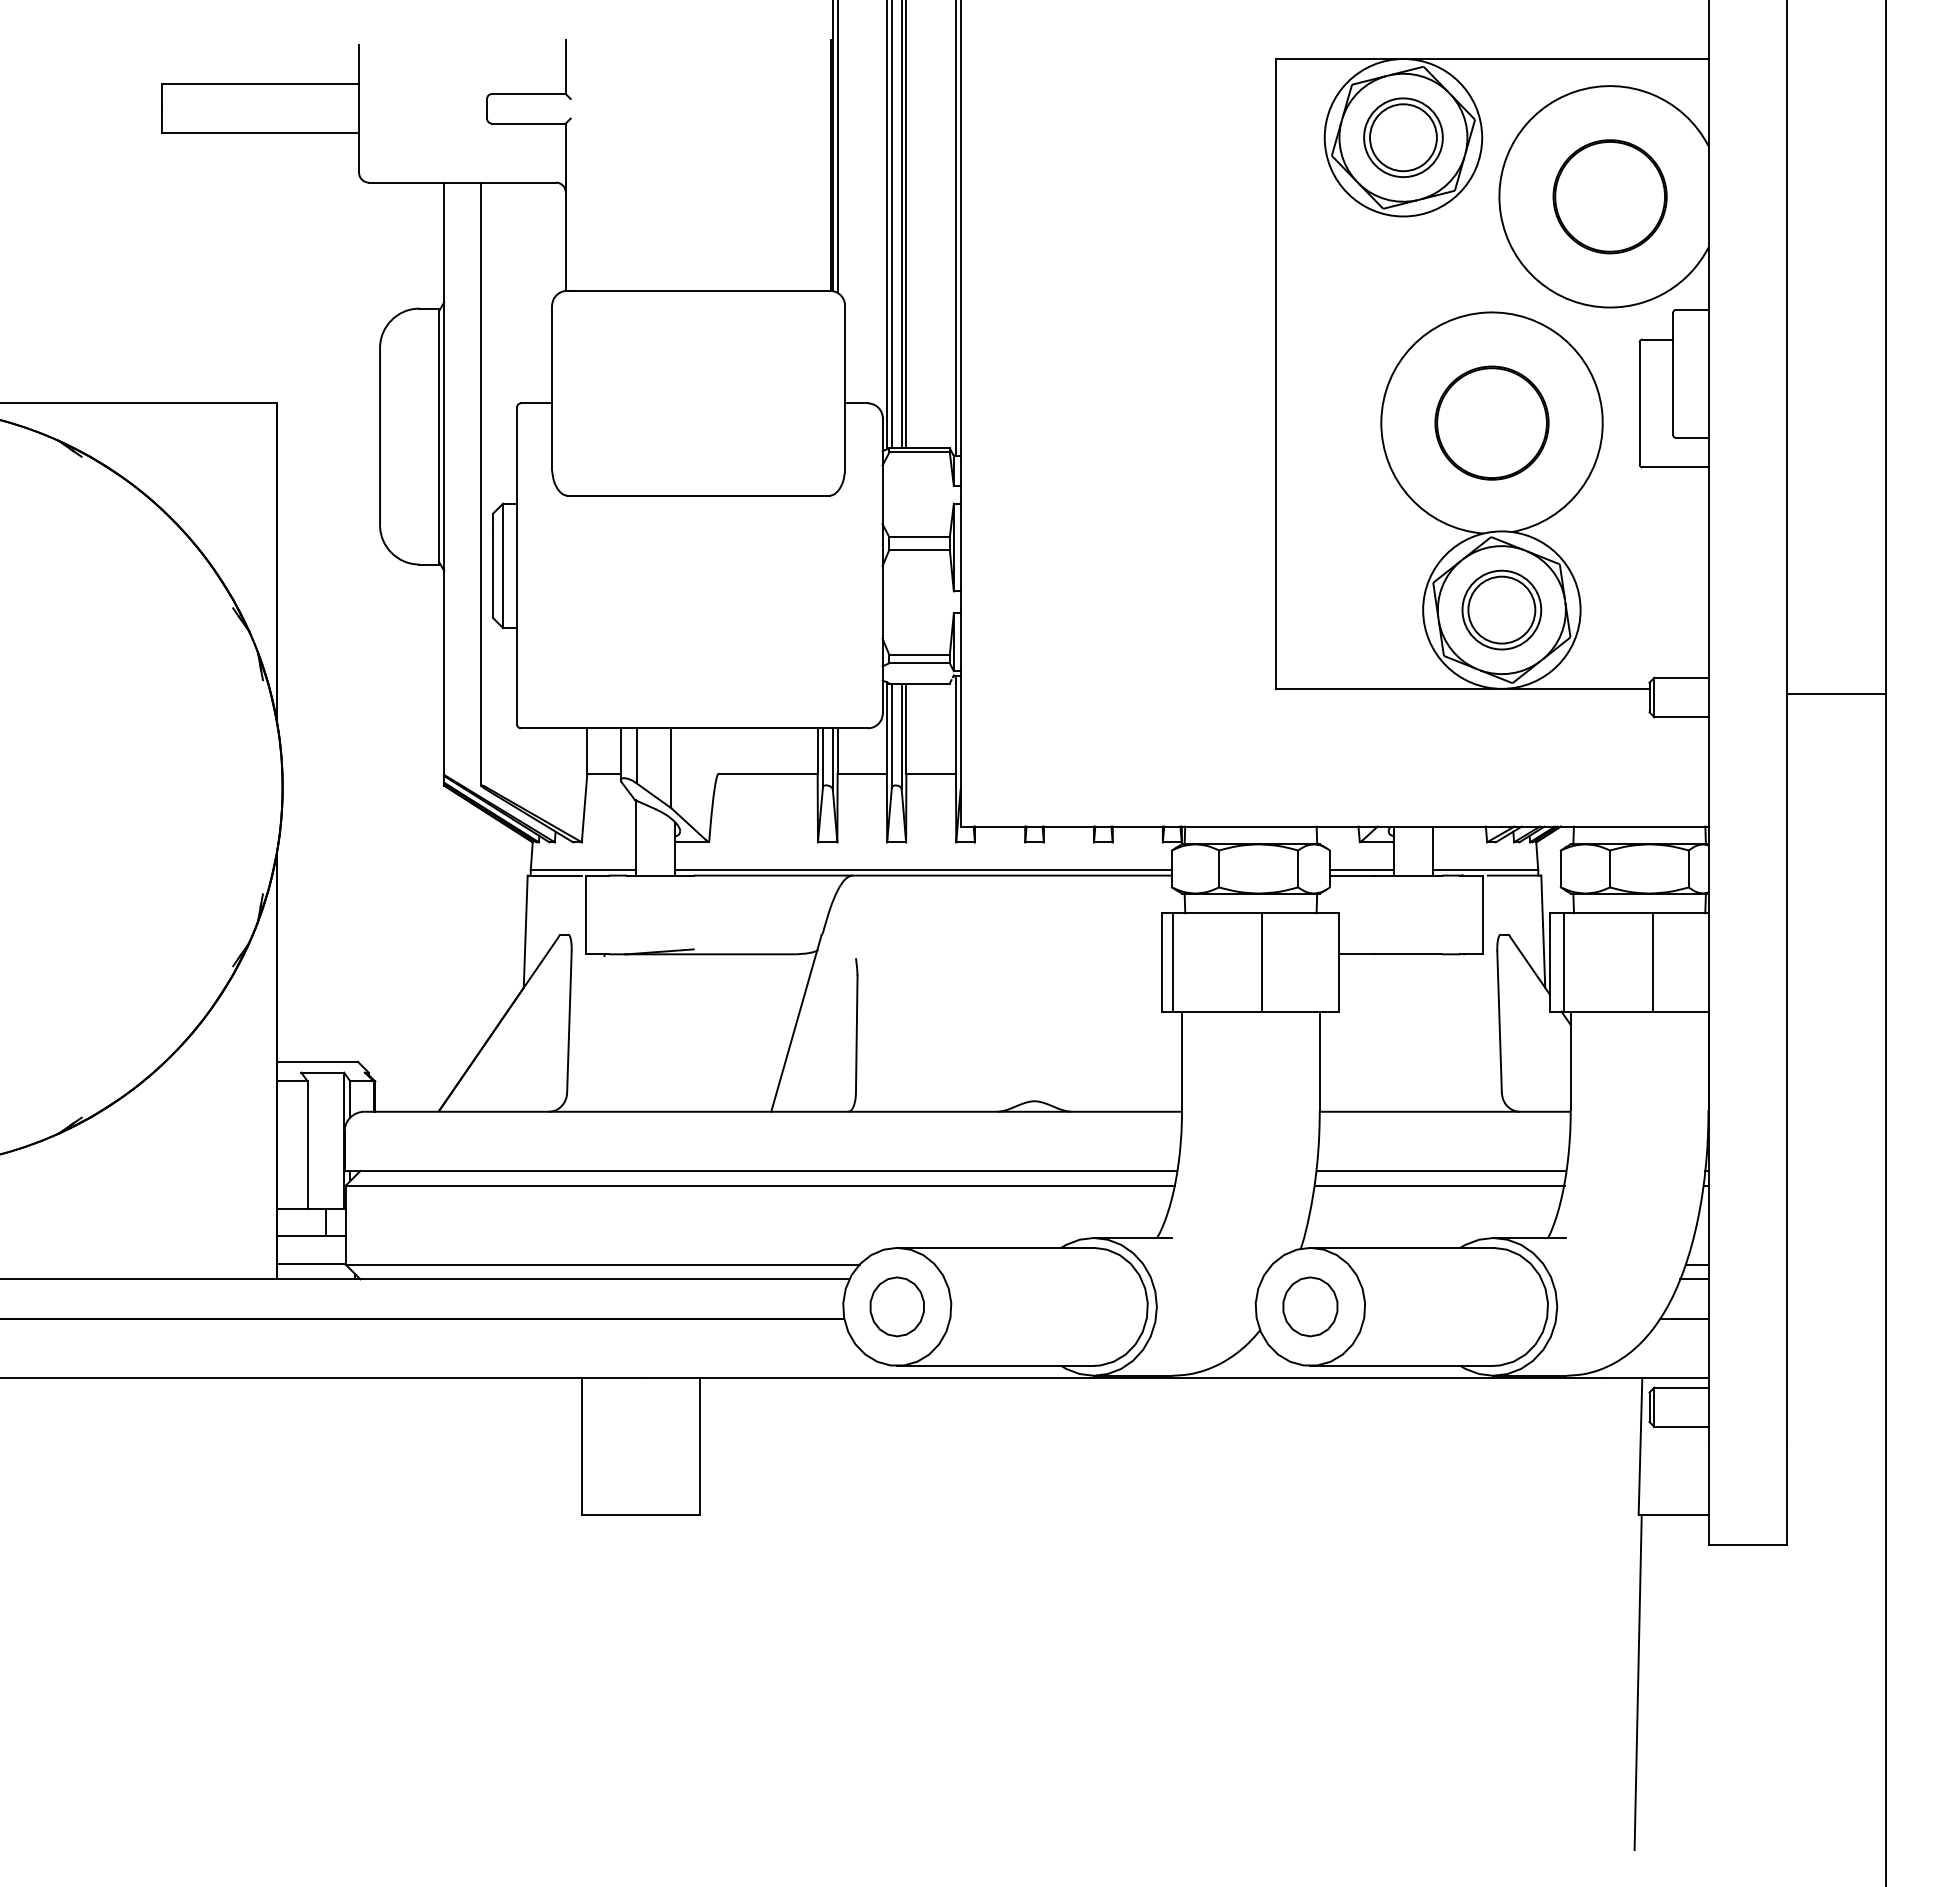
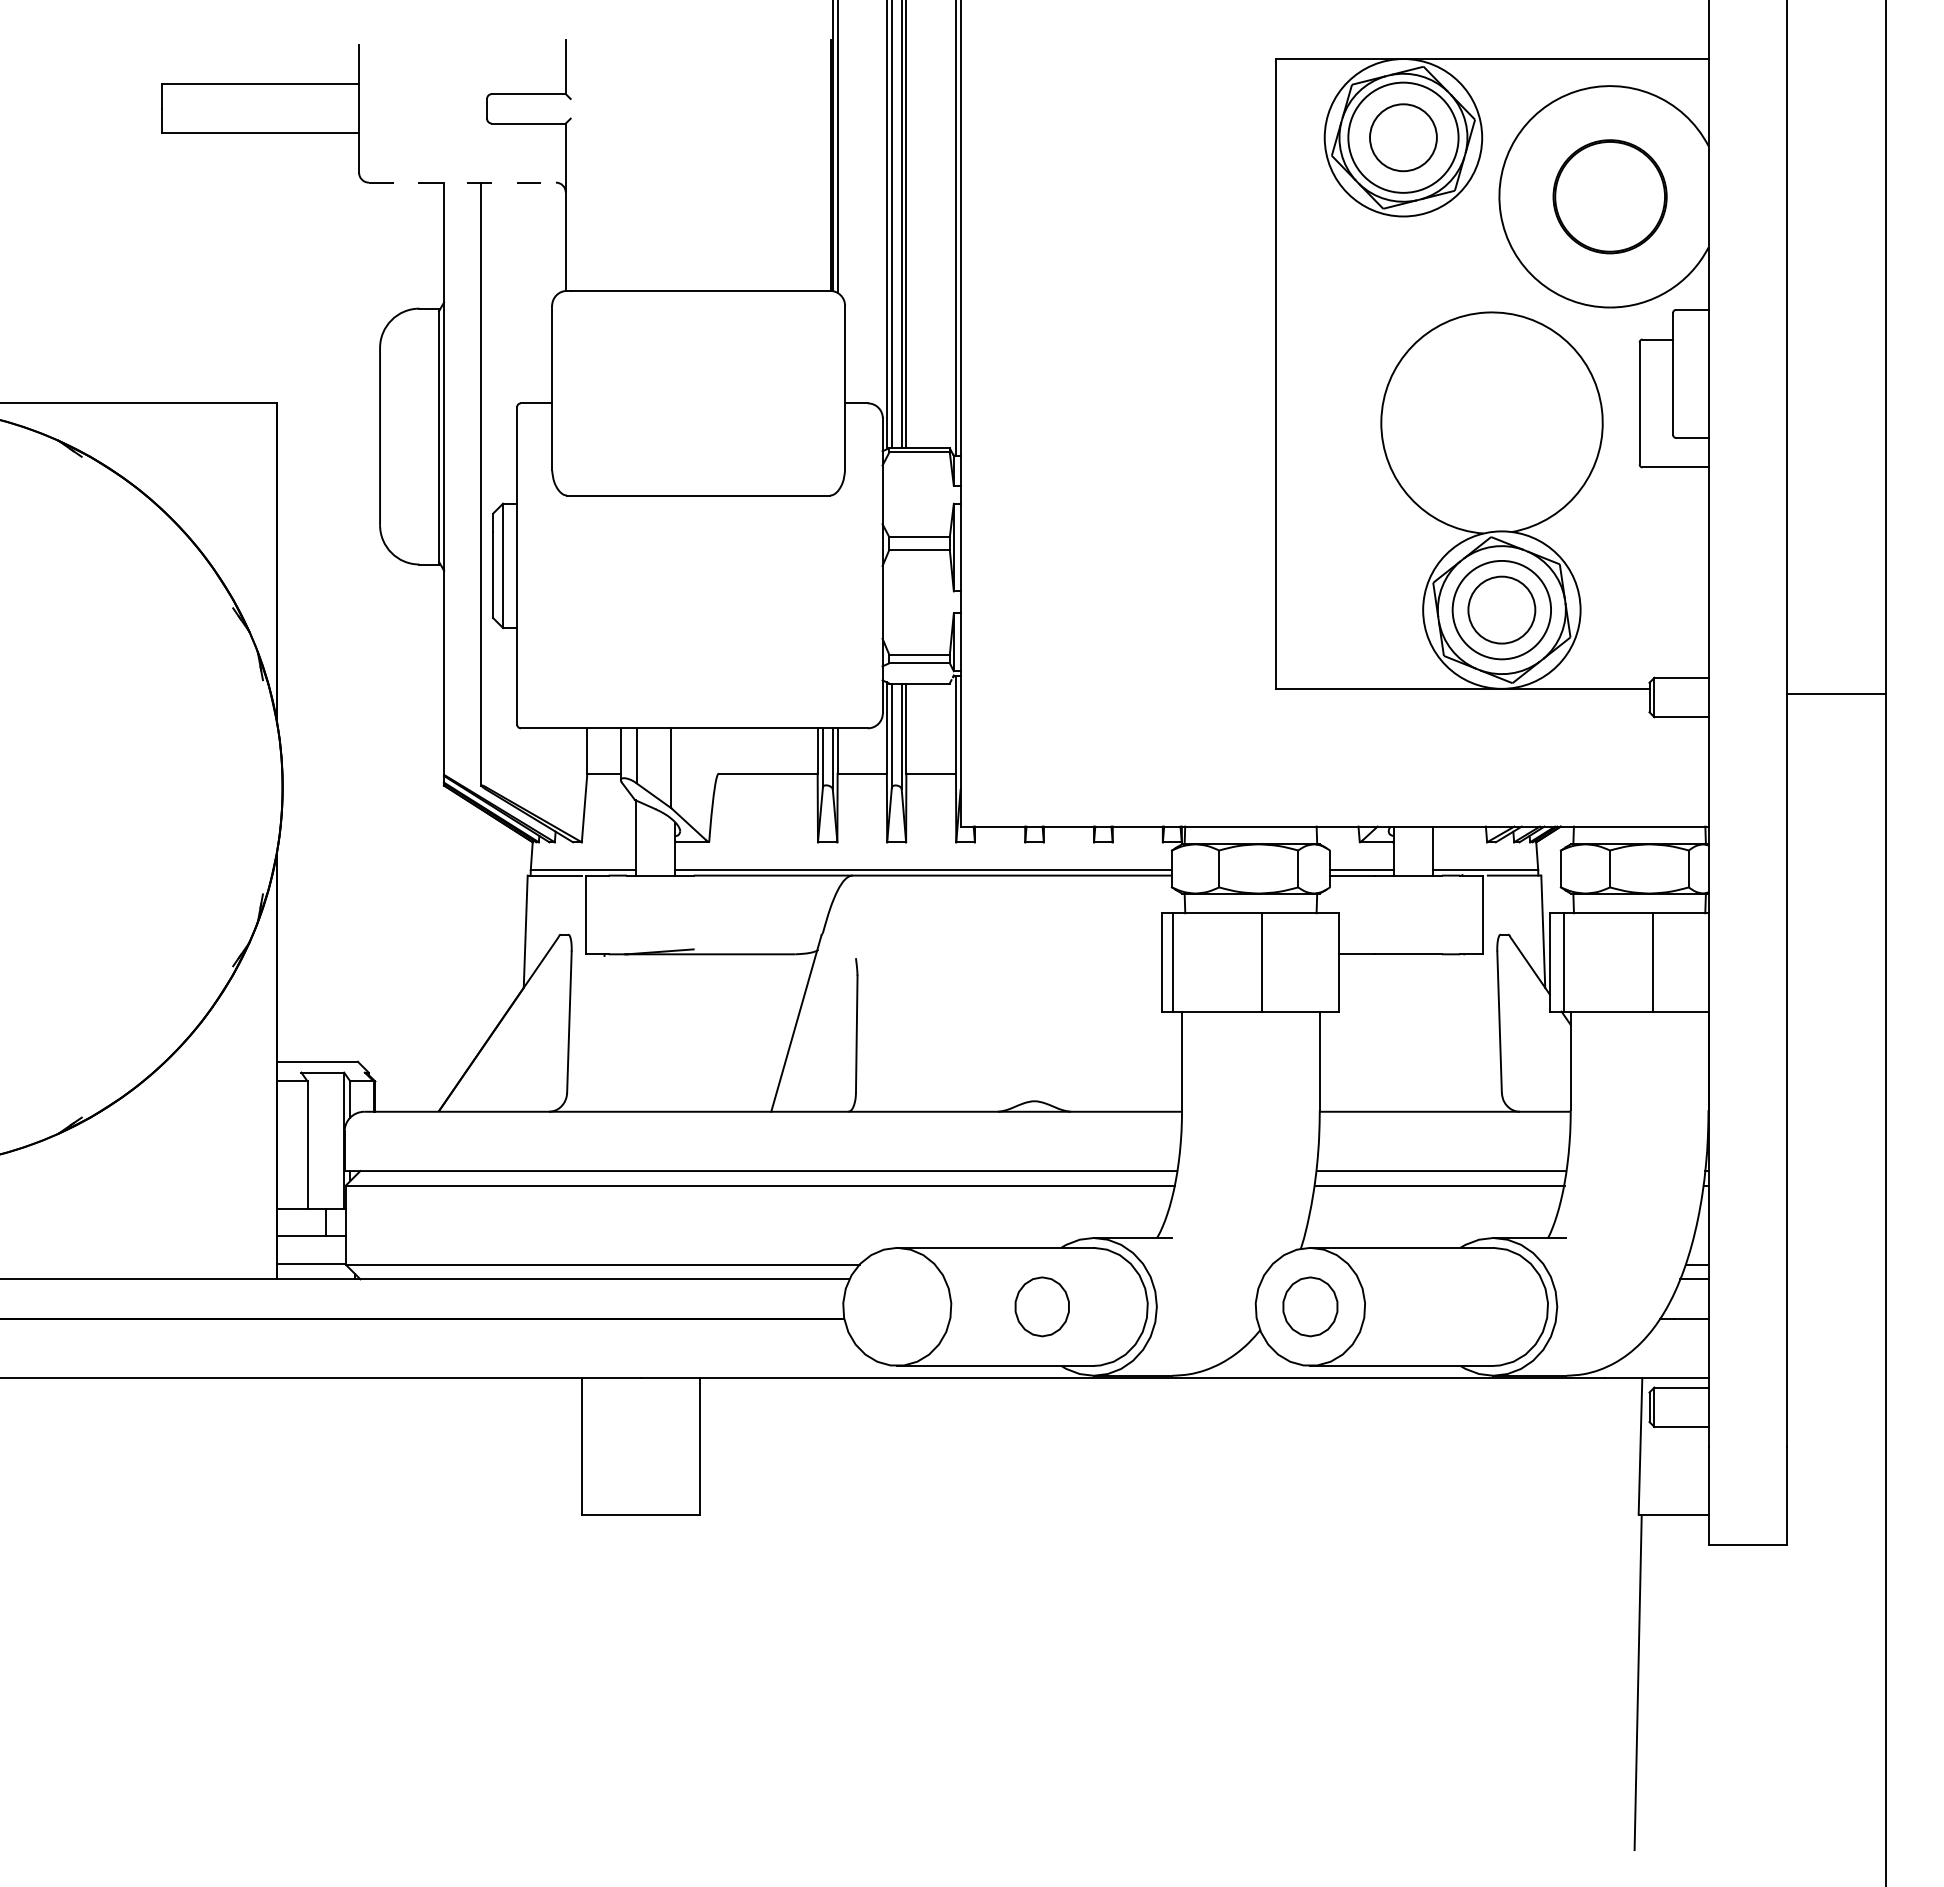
circle at (1403, 137) diameter: 79 px -> 110 px
line at (462, 182): solid -> dashed
part at (1491, 422): present -> none
circle at (1501, 609) diameter: 79 px -> 98 px
part at (896, 1306) position: (896, 1306) -> (1041, 1306)
